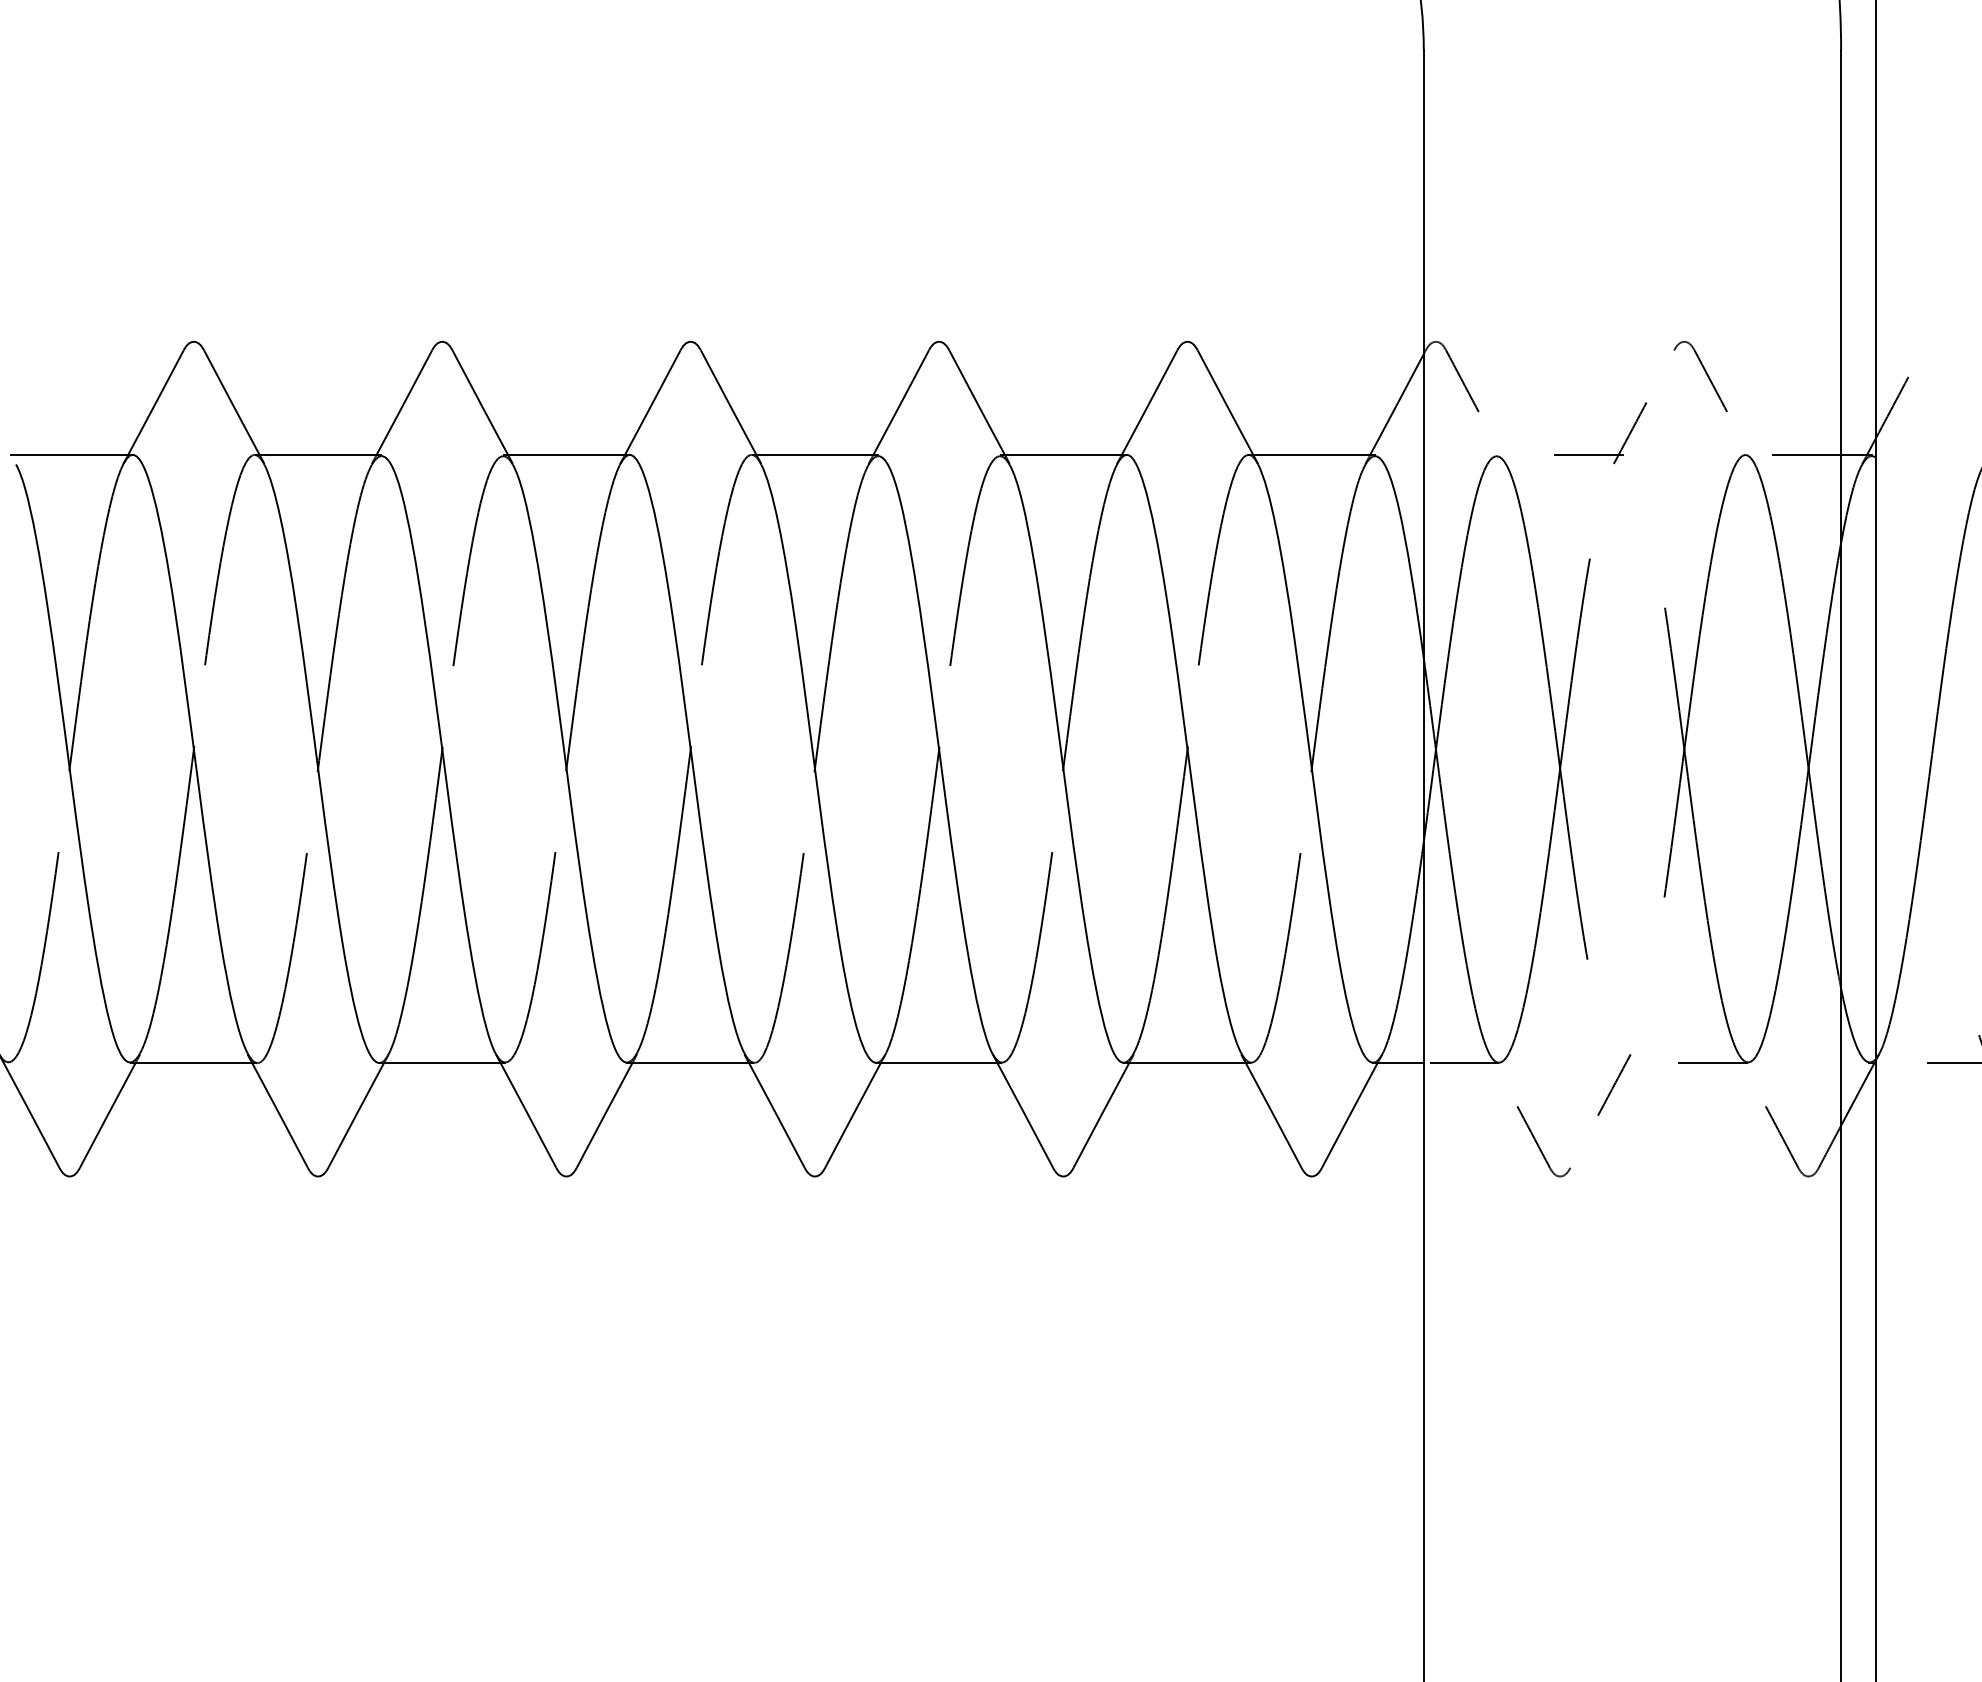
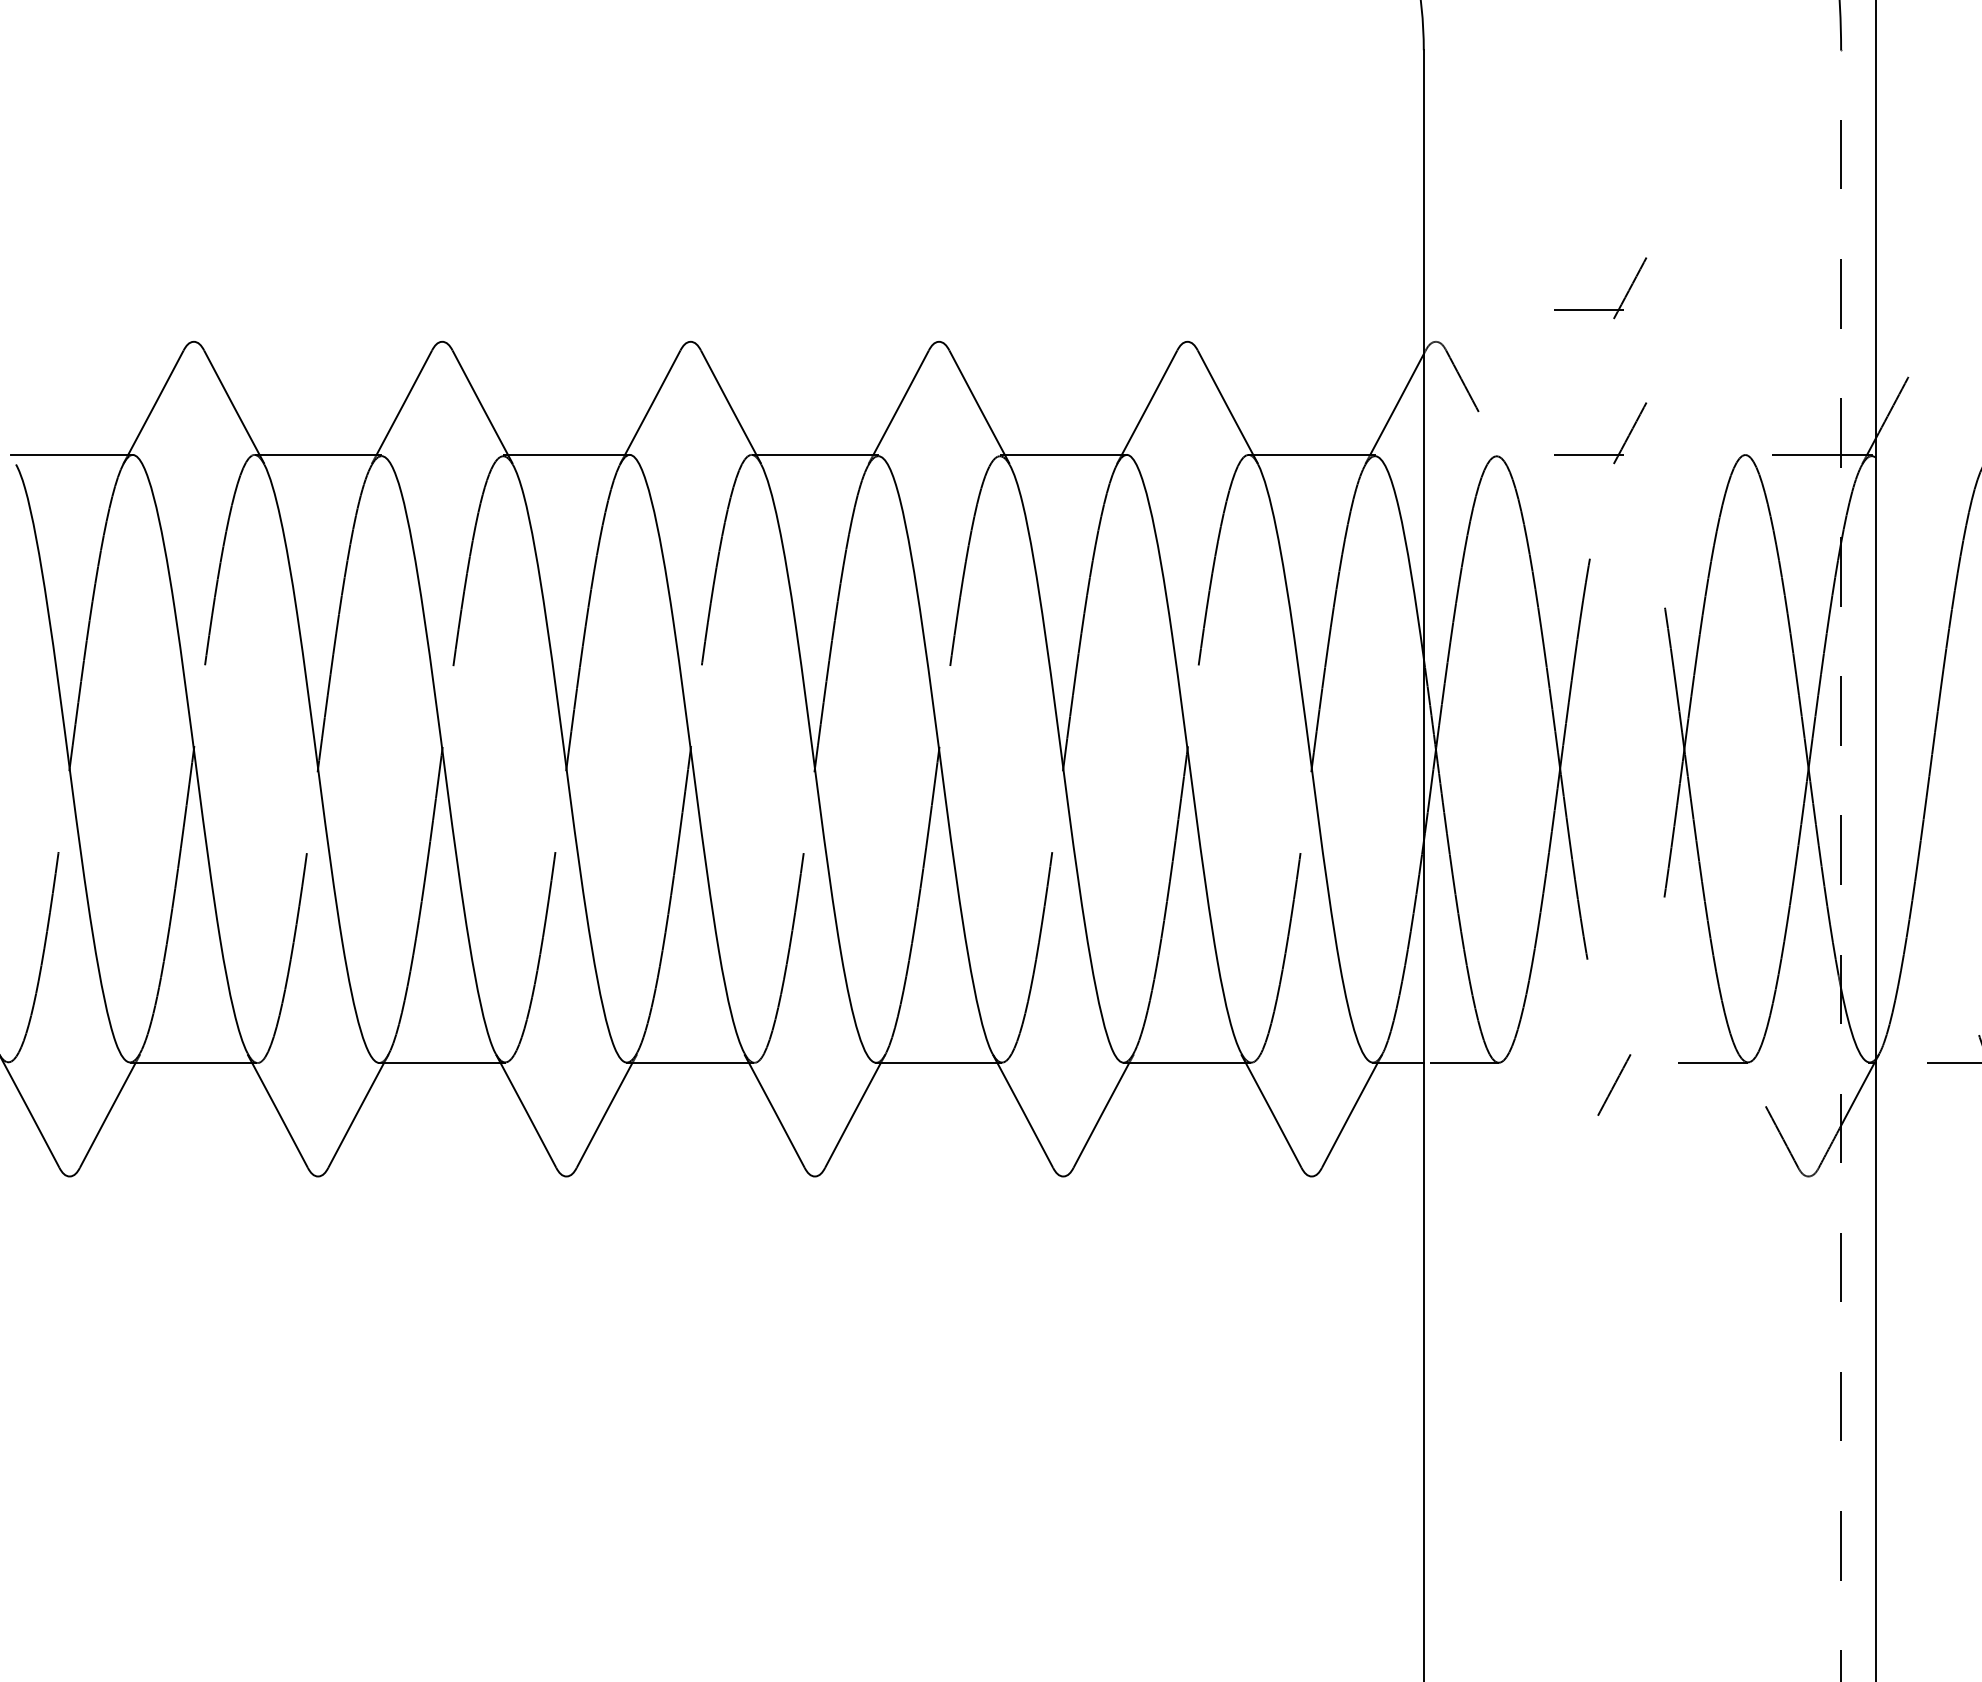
part at (1600, 309): none -> present
part at (1700, 376): present -> none
line at (1841, 865): solid -> dashed
part at (1543, 1141): present -> none
